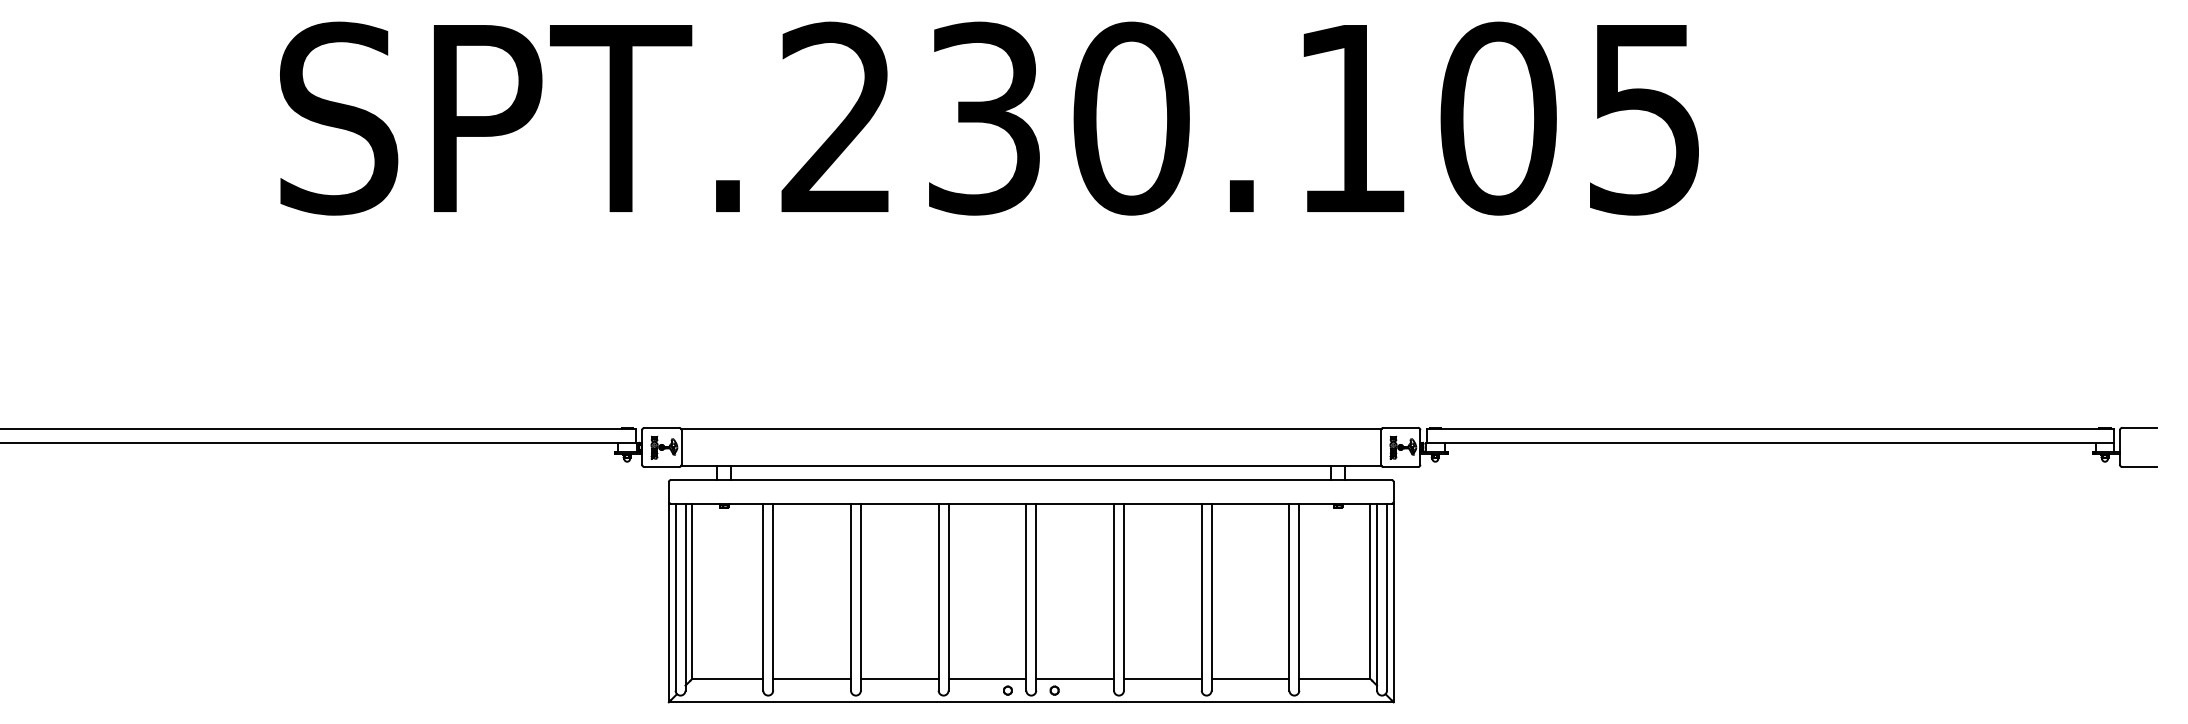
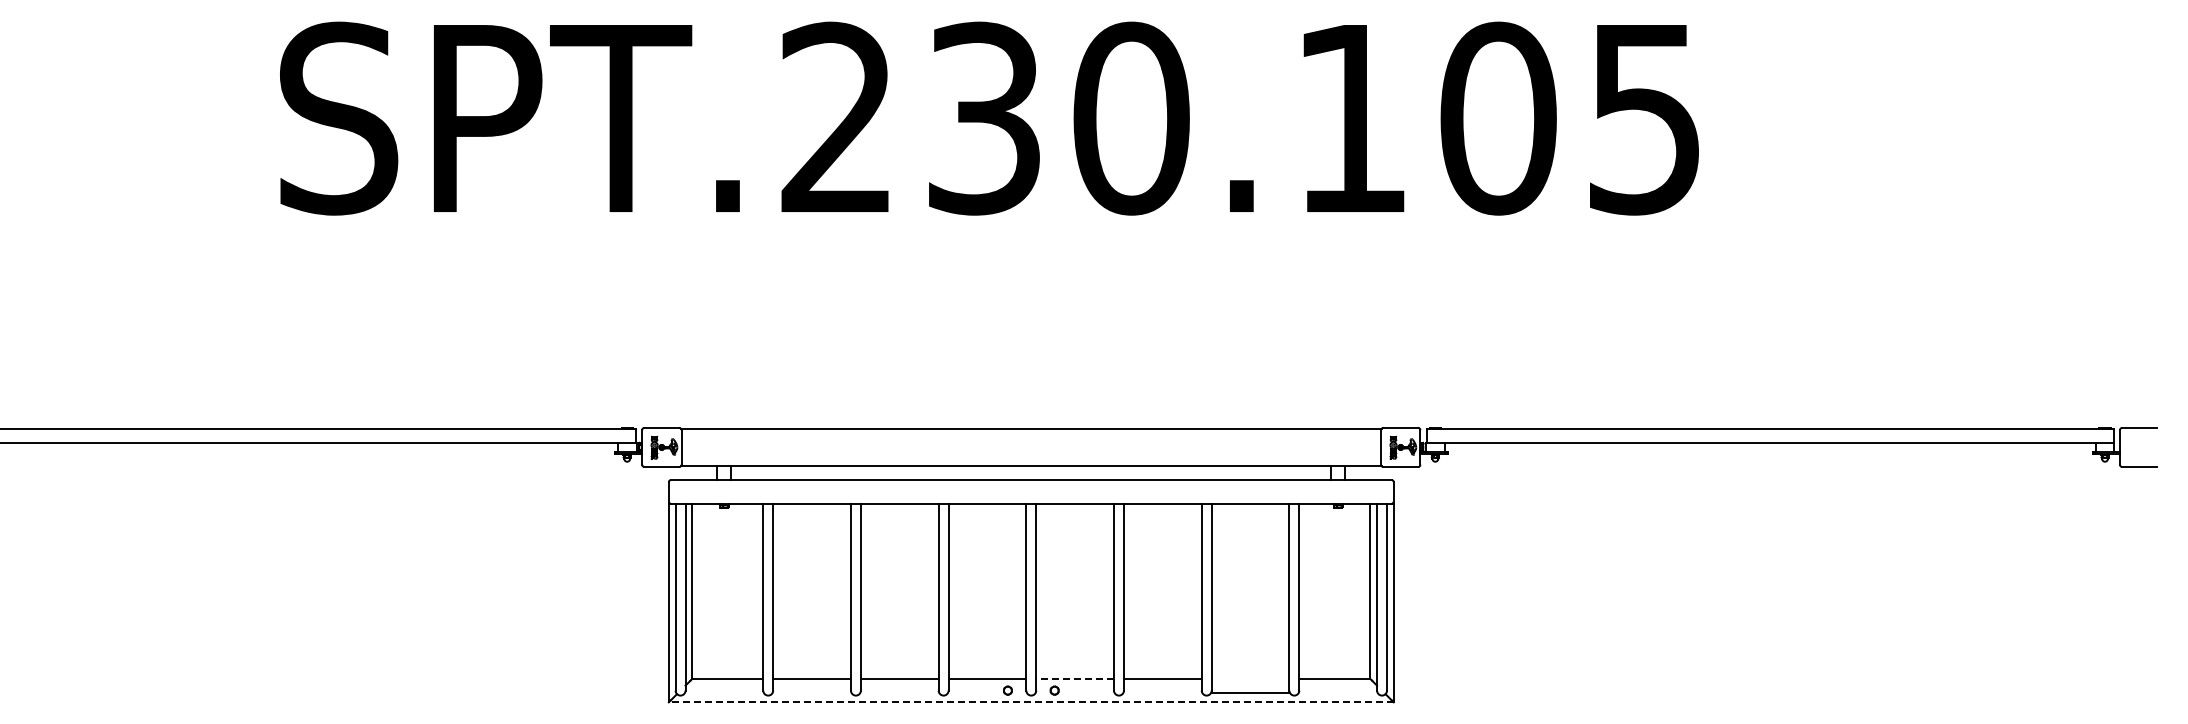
line at (1075, 678): solid -> dashed
line at (1250, 678) position: (1250, 678) -> (1250, 692)
line at (1030, 702): solid -> dashed
